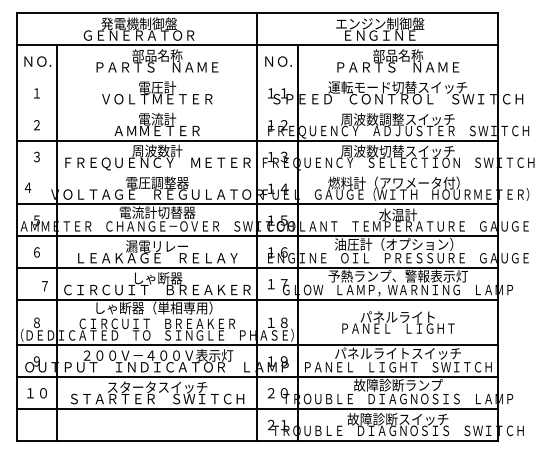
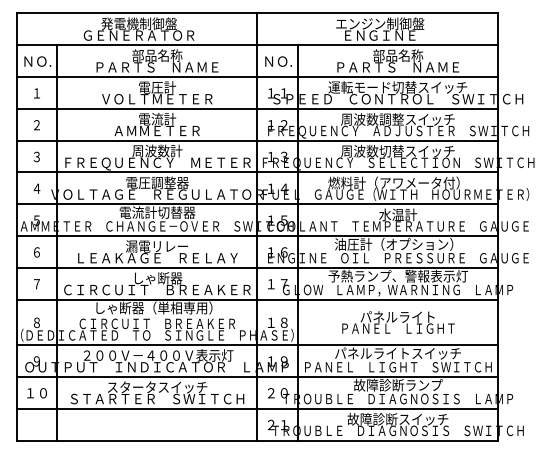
line at (257, 77): none -> present
line at (257, 108): none -> present
line at (257, 172): none -> present
text at (27, 187) position: (27, 187) -> (36, 188)
text at (44, 286) position: (44, 286) -> (36, 284)
